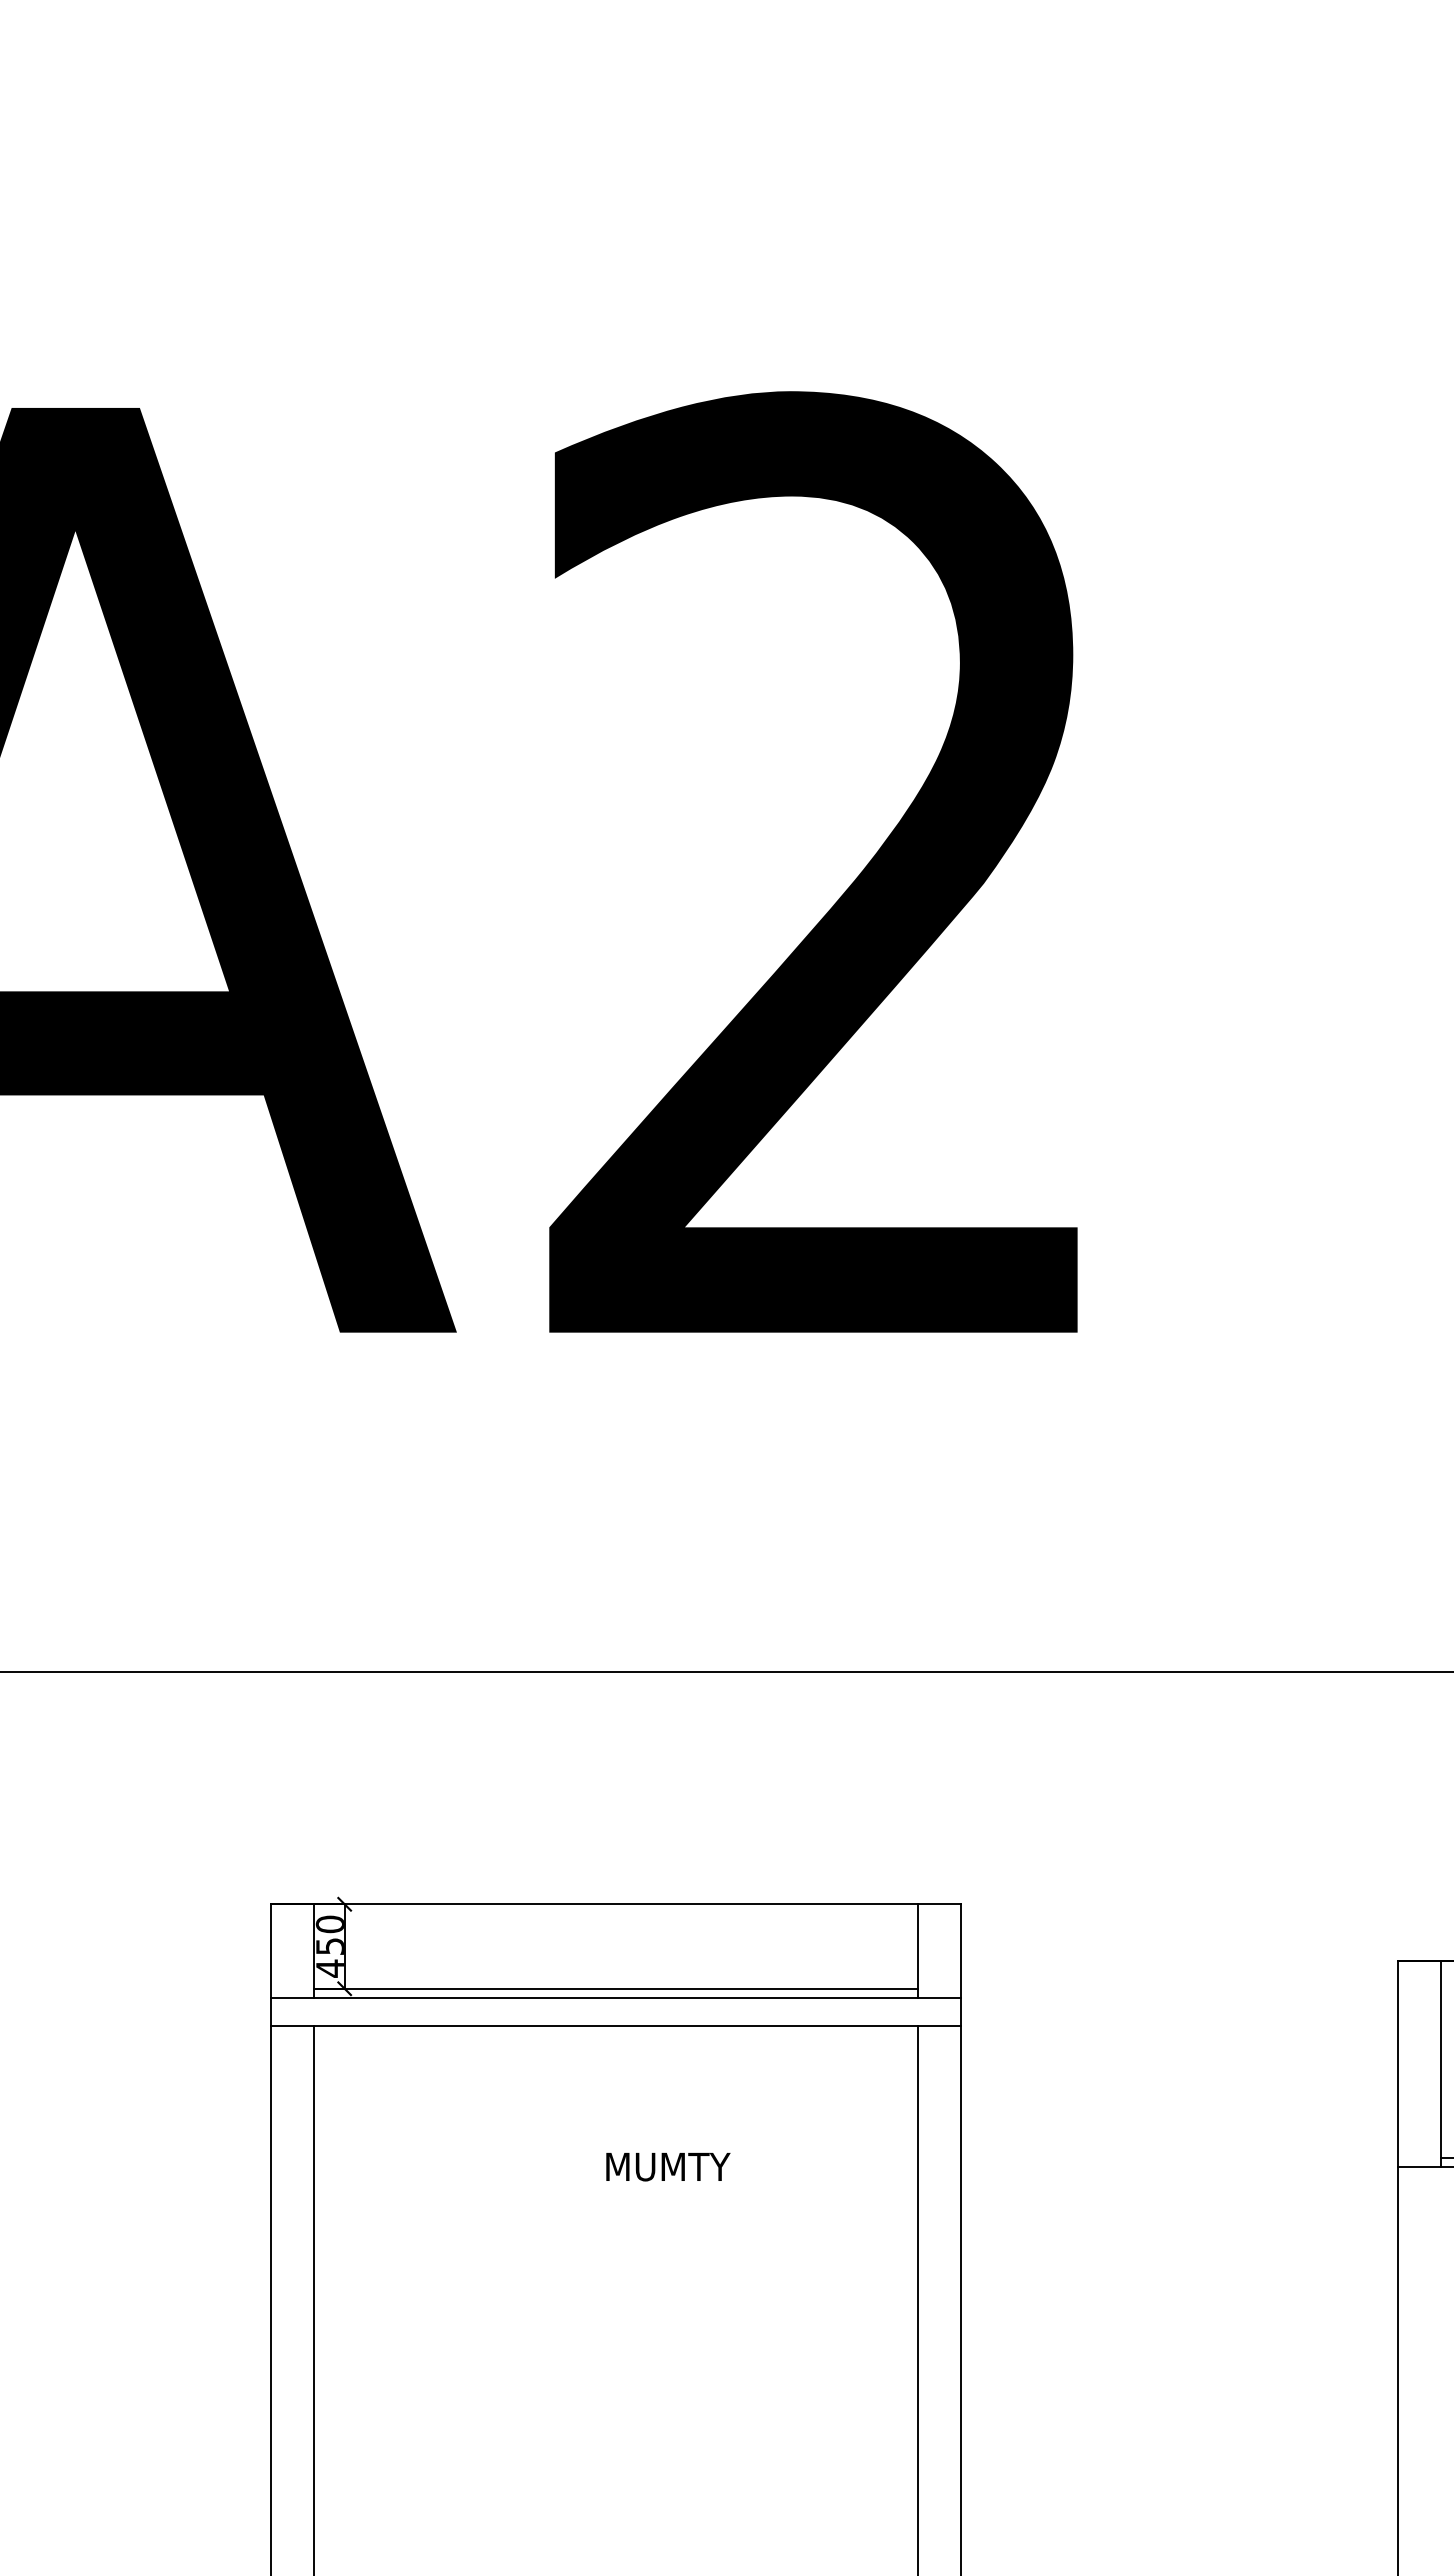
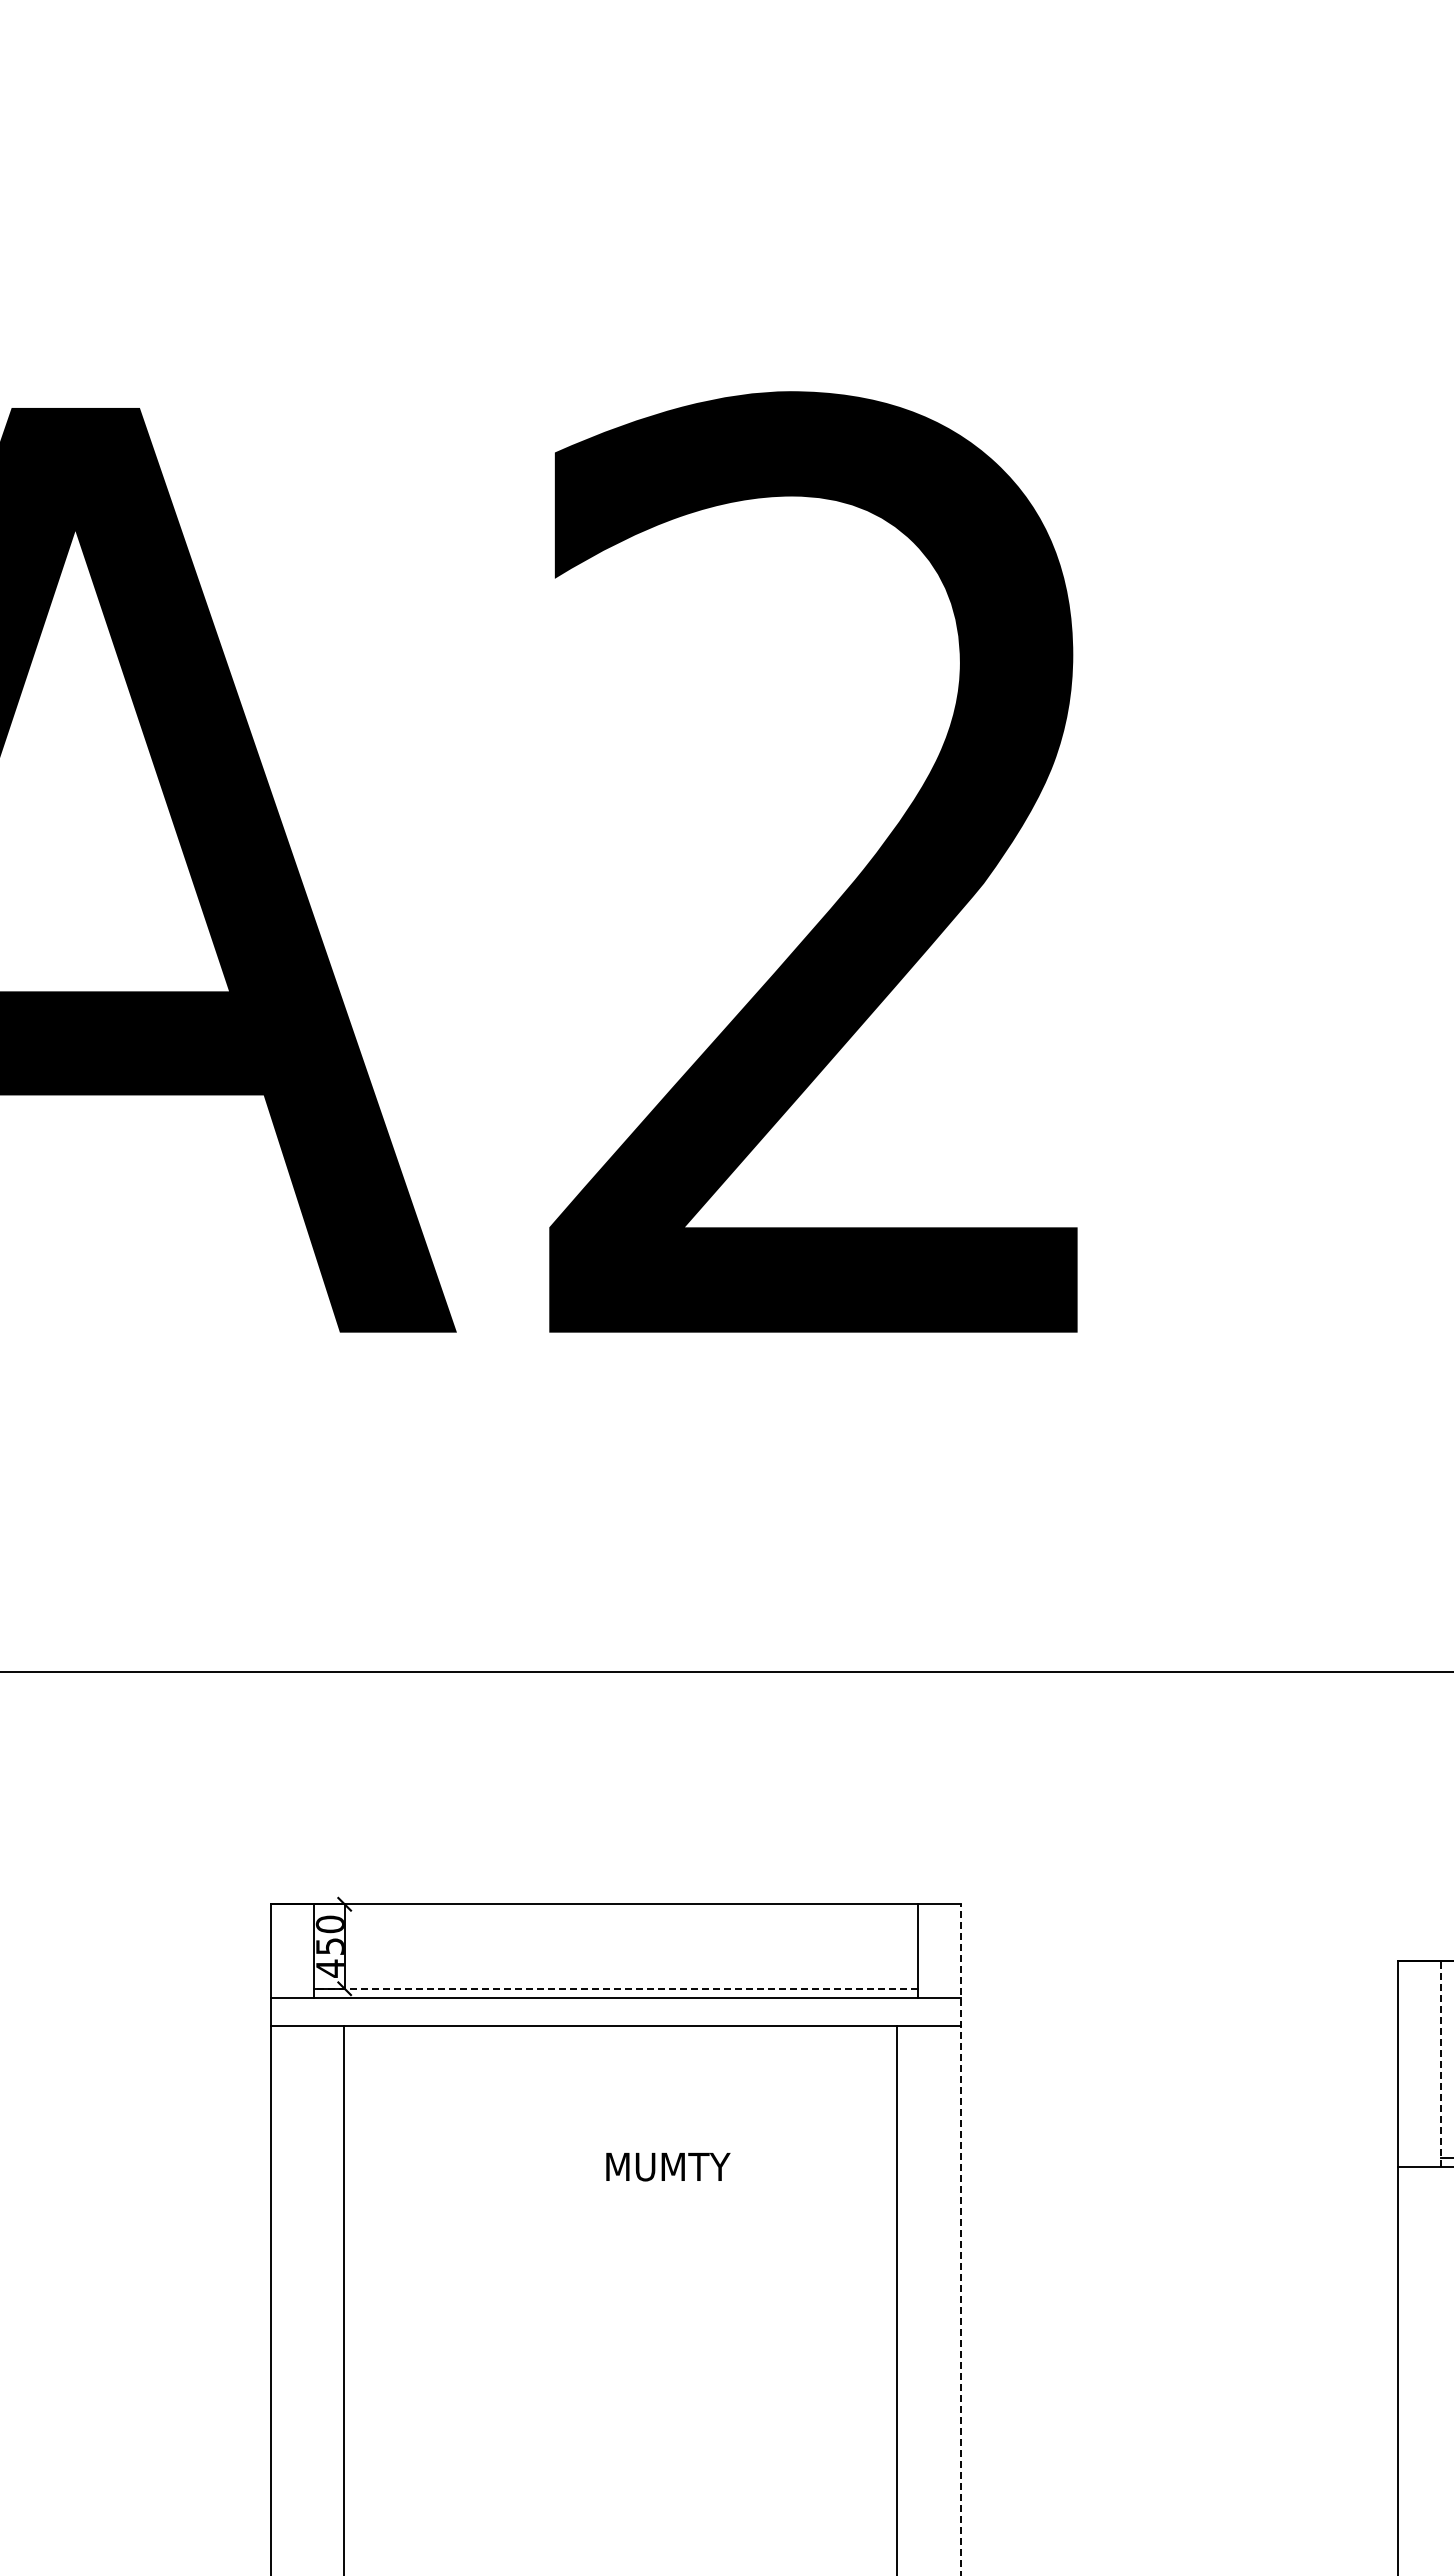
line at (615, 1988): solid -> dashed
line at (1440, 2063): solid -> dashed
line at (961, 2239): solid -> dashed
line at (313, 2299) position: (313, 2299) -> (343, 2299)
line at (918, 2299) position: (918, 2299) -> (897, 2299)
